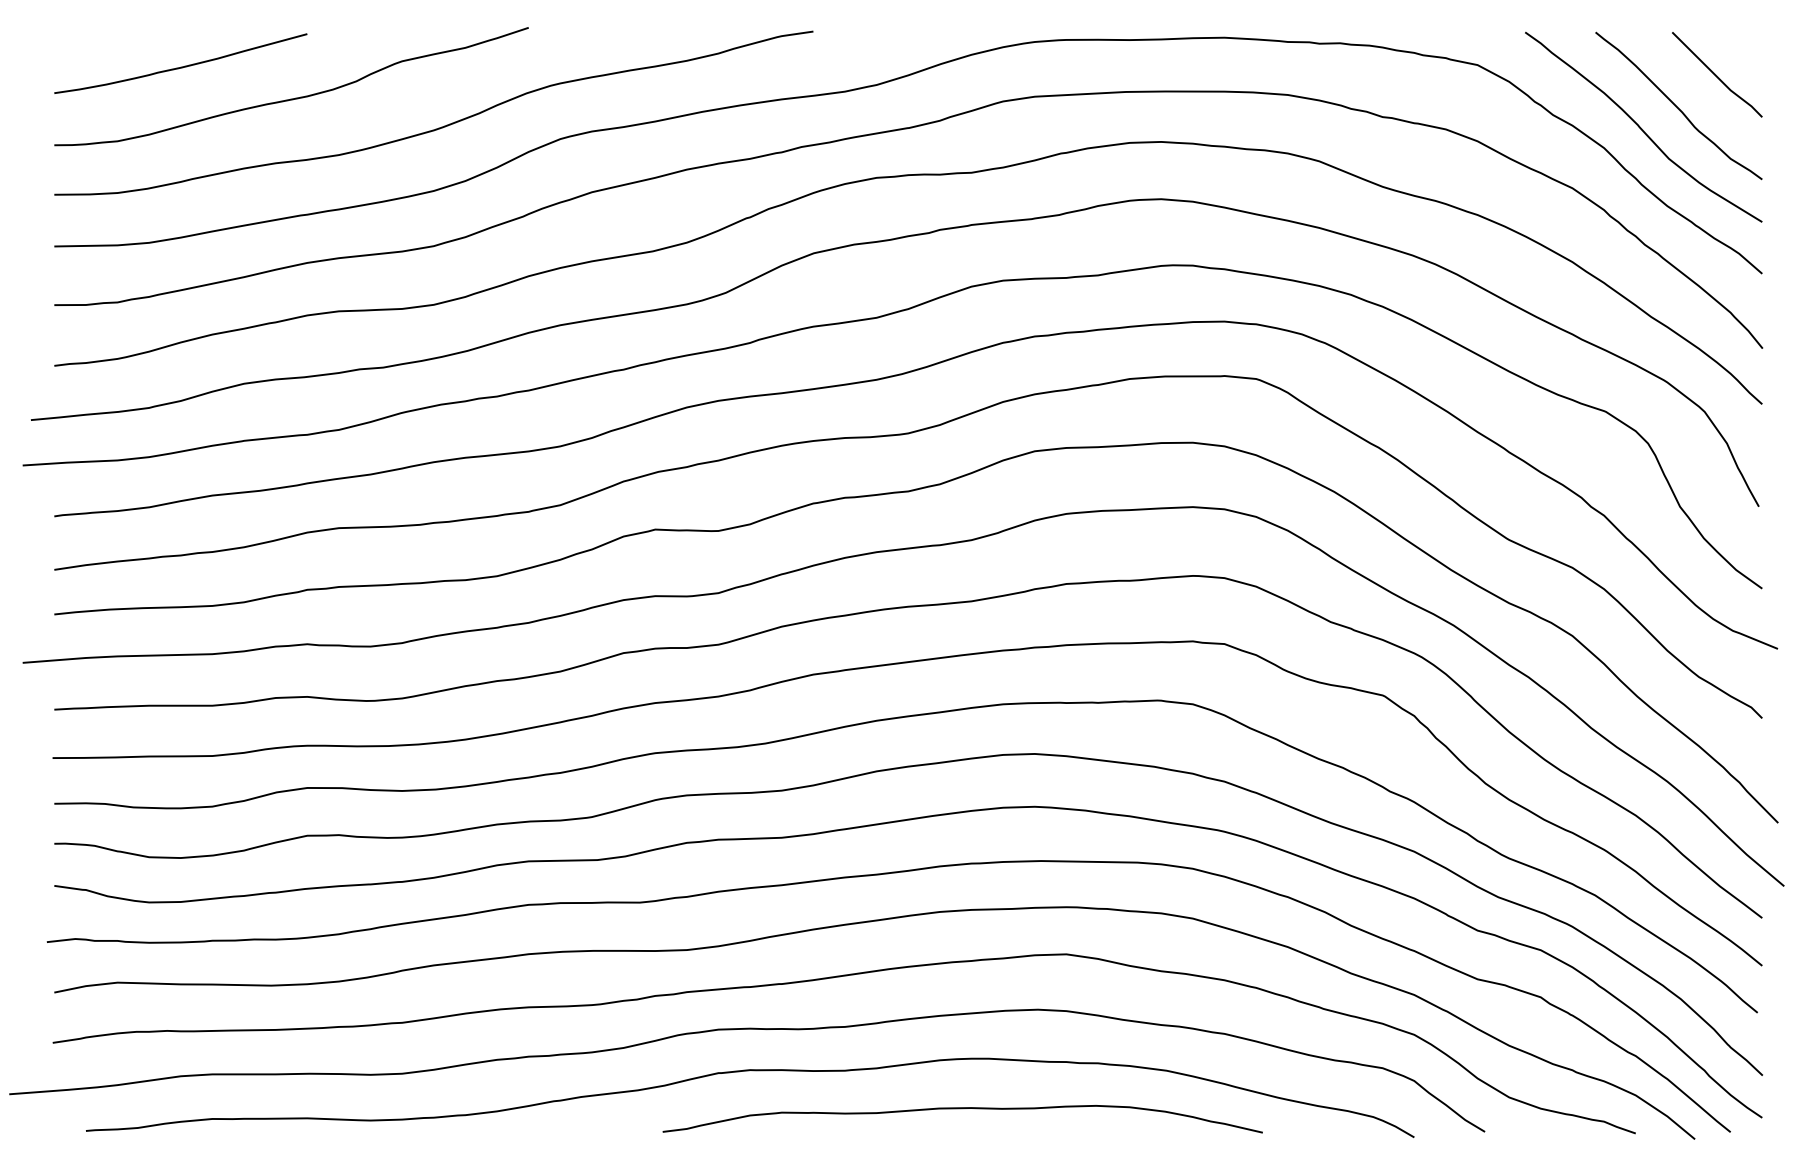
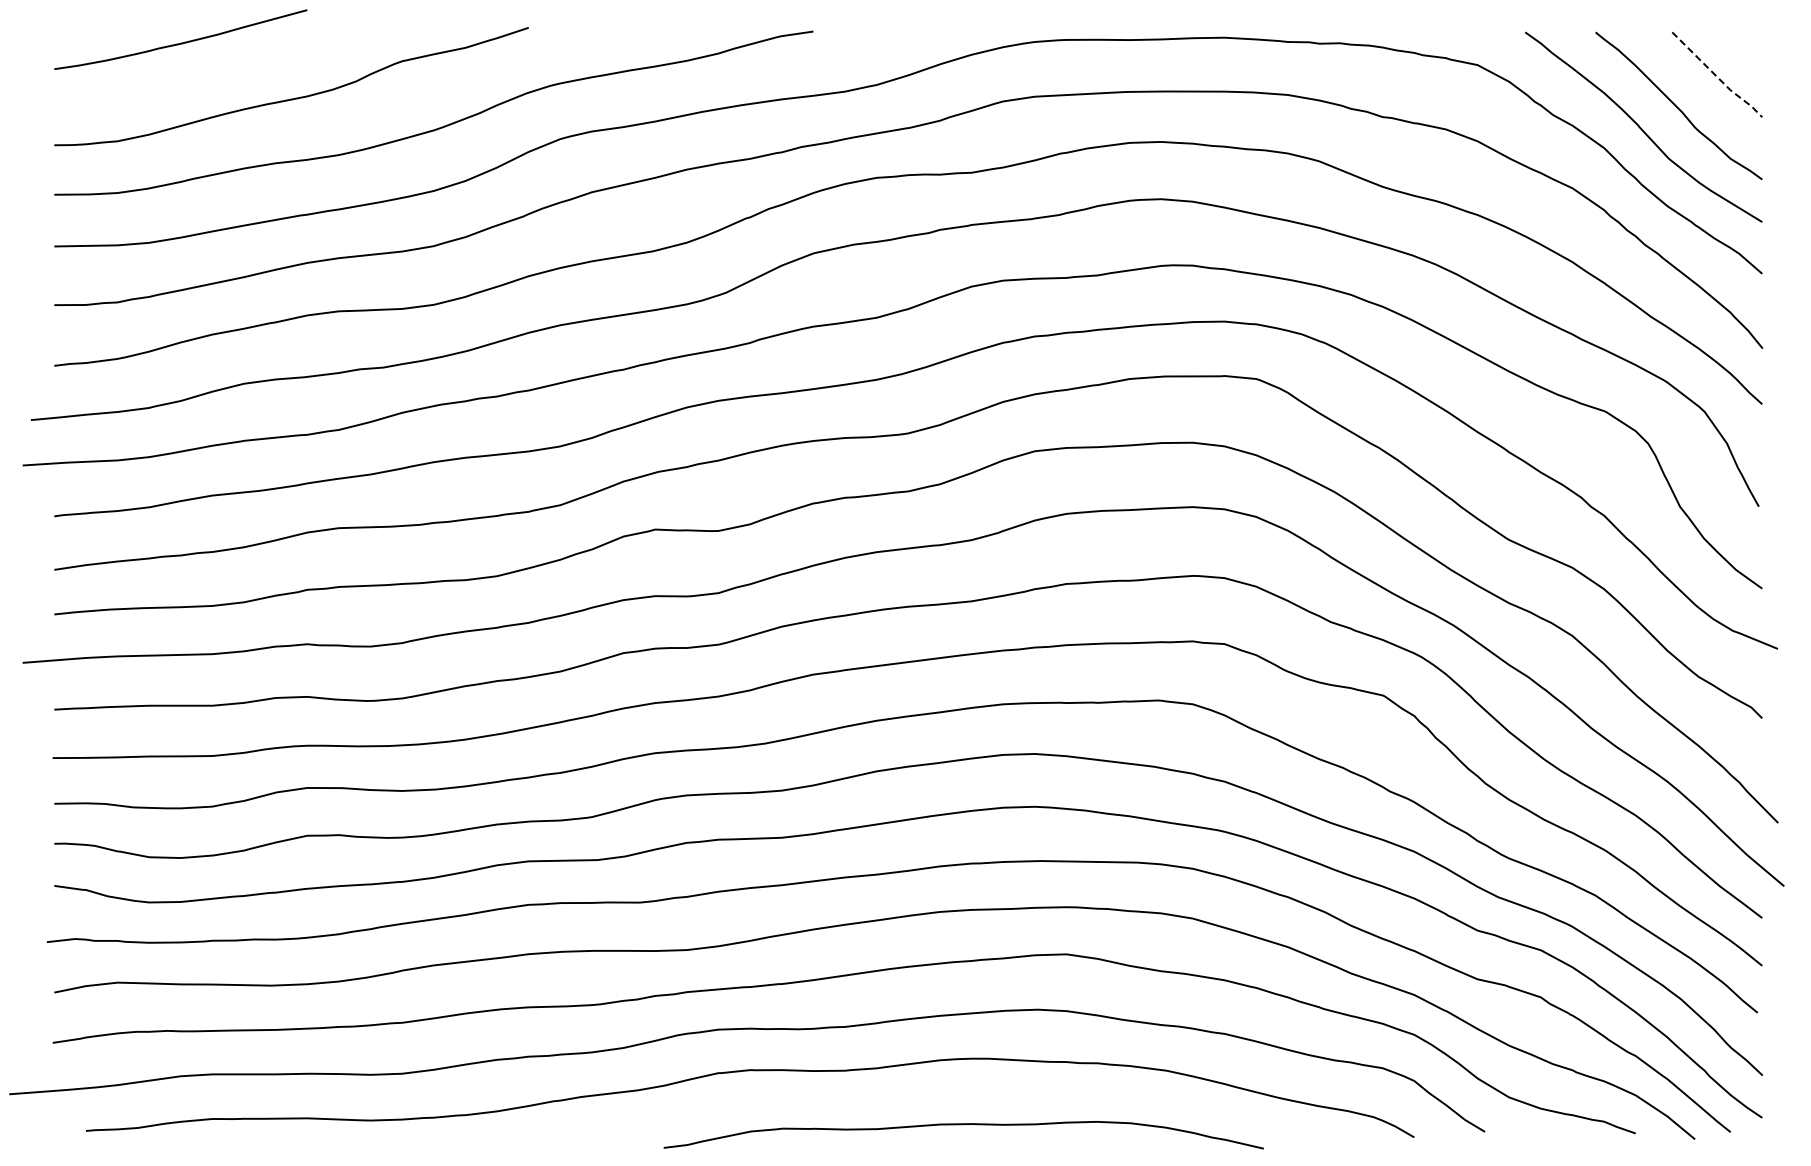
curve at (180, 66) position: (180, 66) -> (180, 42)
line at (1717, 77): solid -> dashed
curve at (962, 1109) position: (962, 1109) -> (963, 1125)
